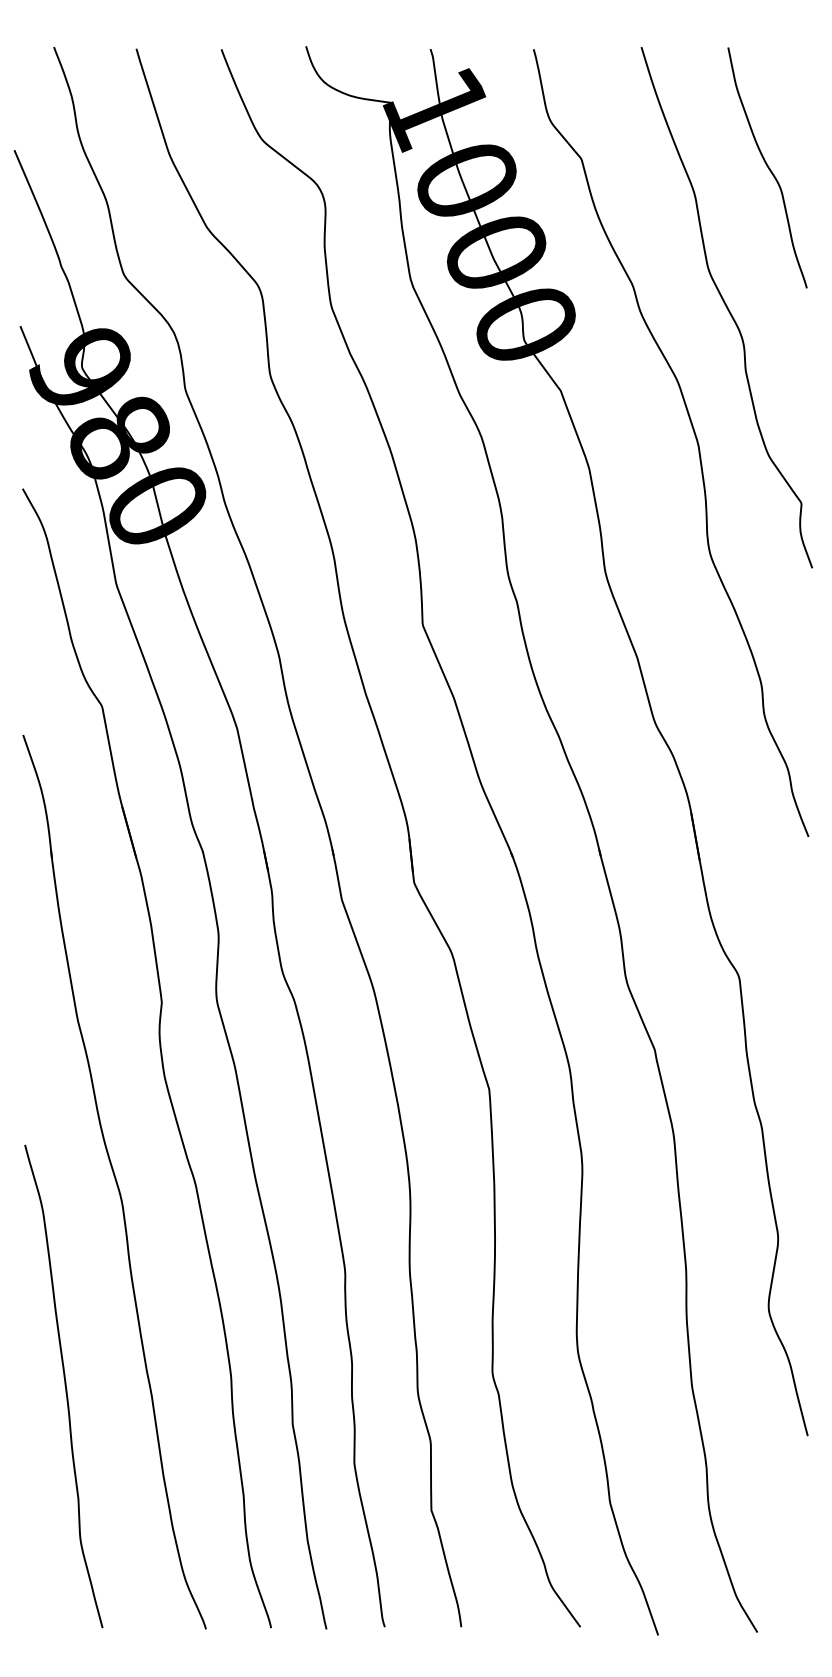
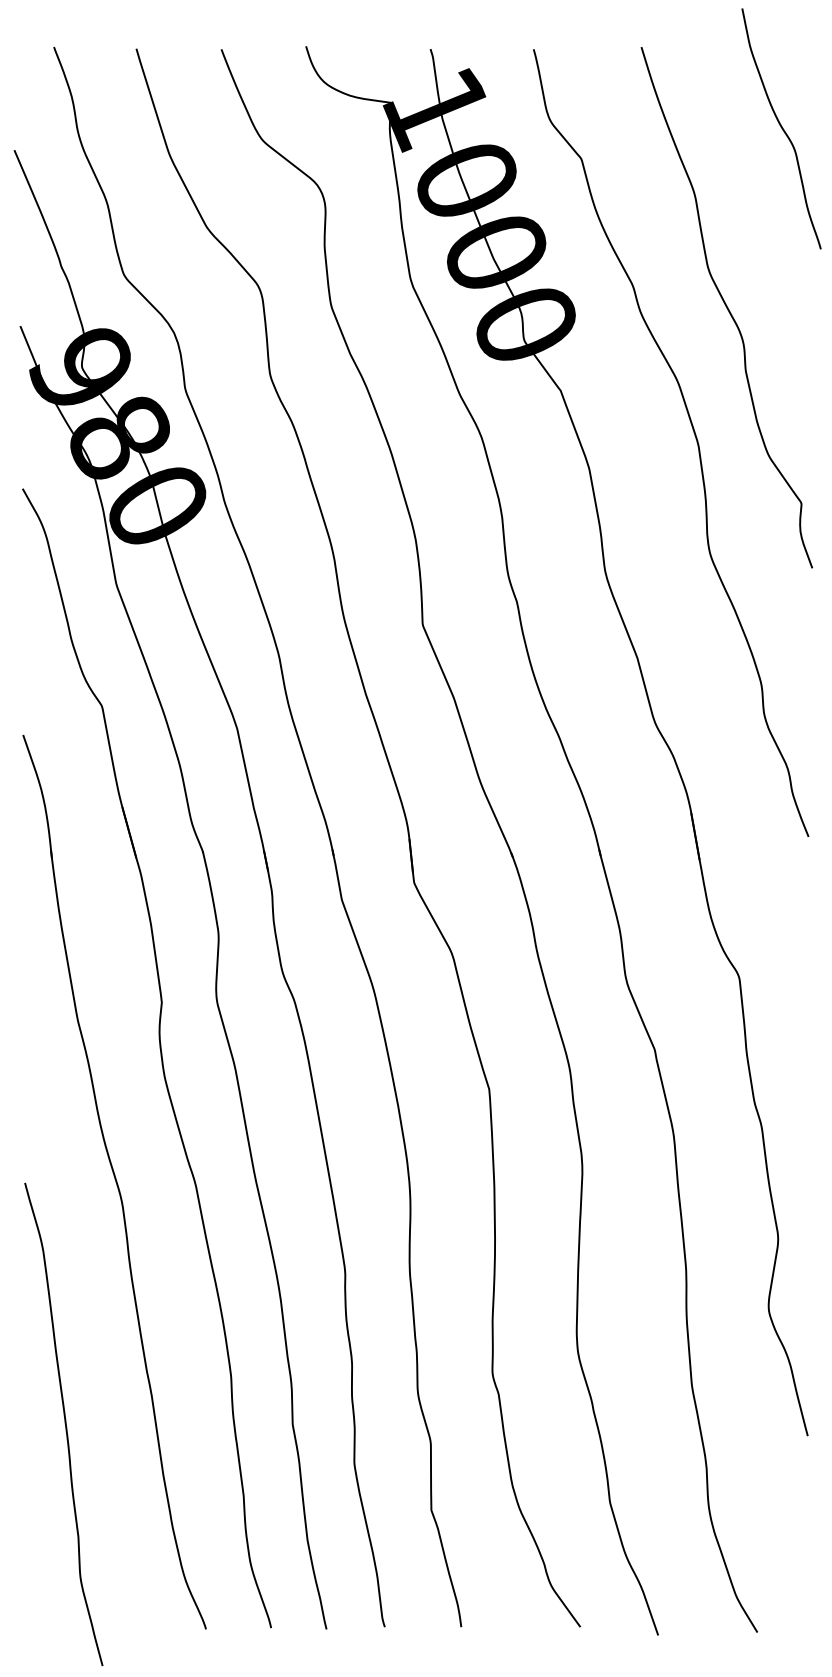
curve at (767, 167) position: (767, 167) -> (781, 128)
curve at (64, 1385) position: (64, 1385) -> (64, 1423)
